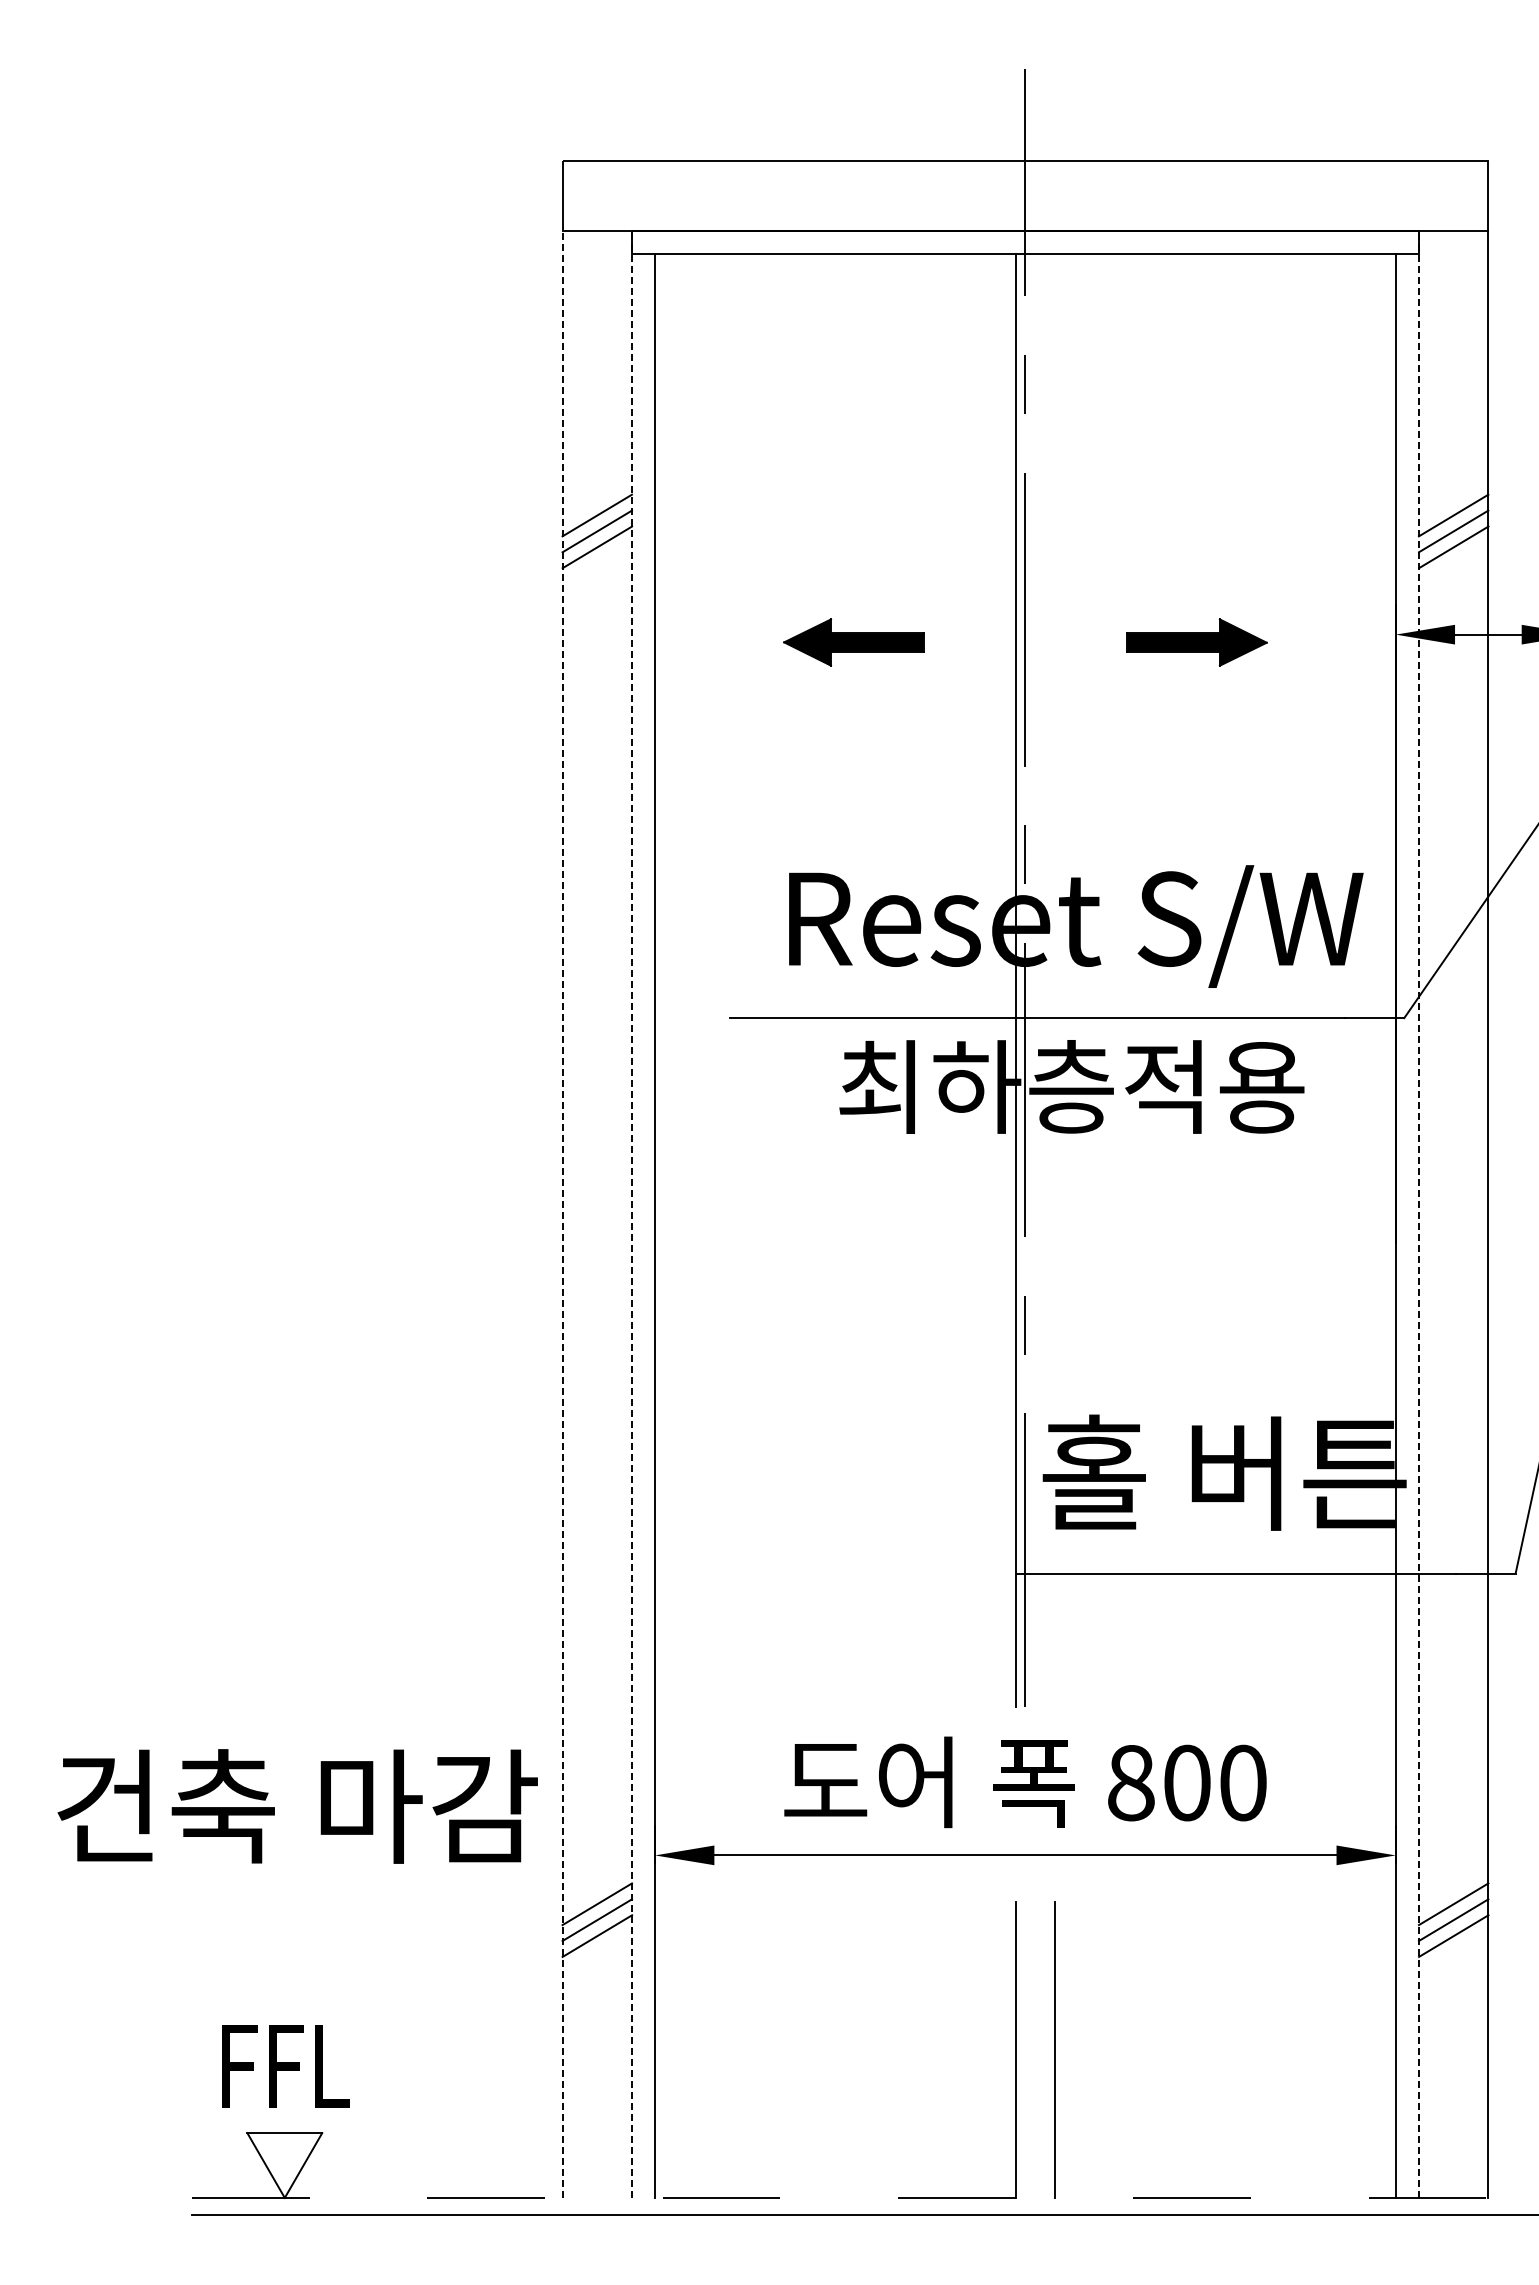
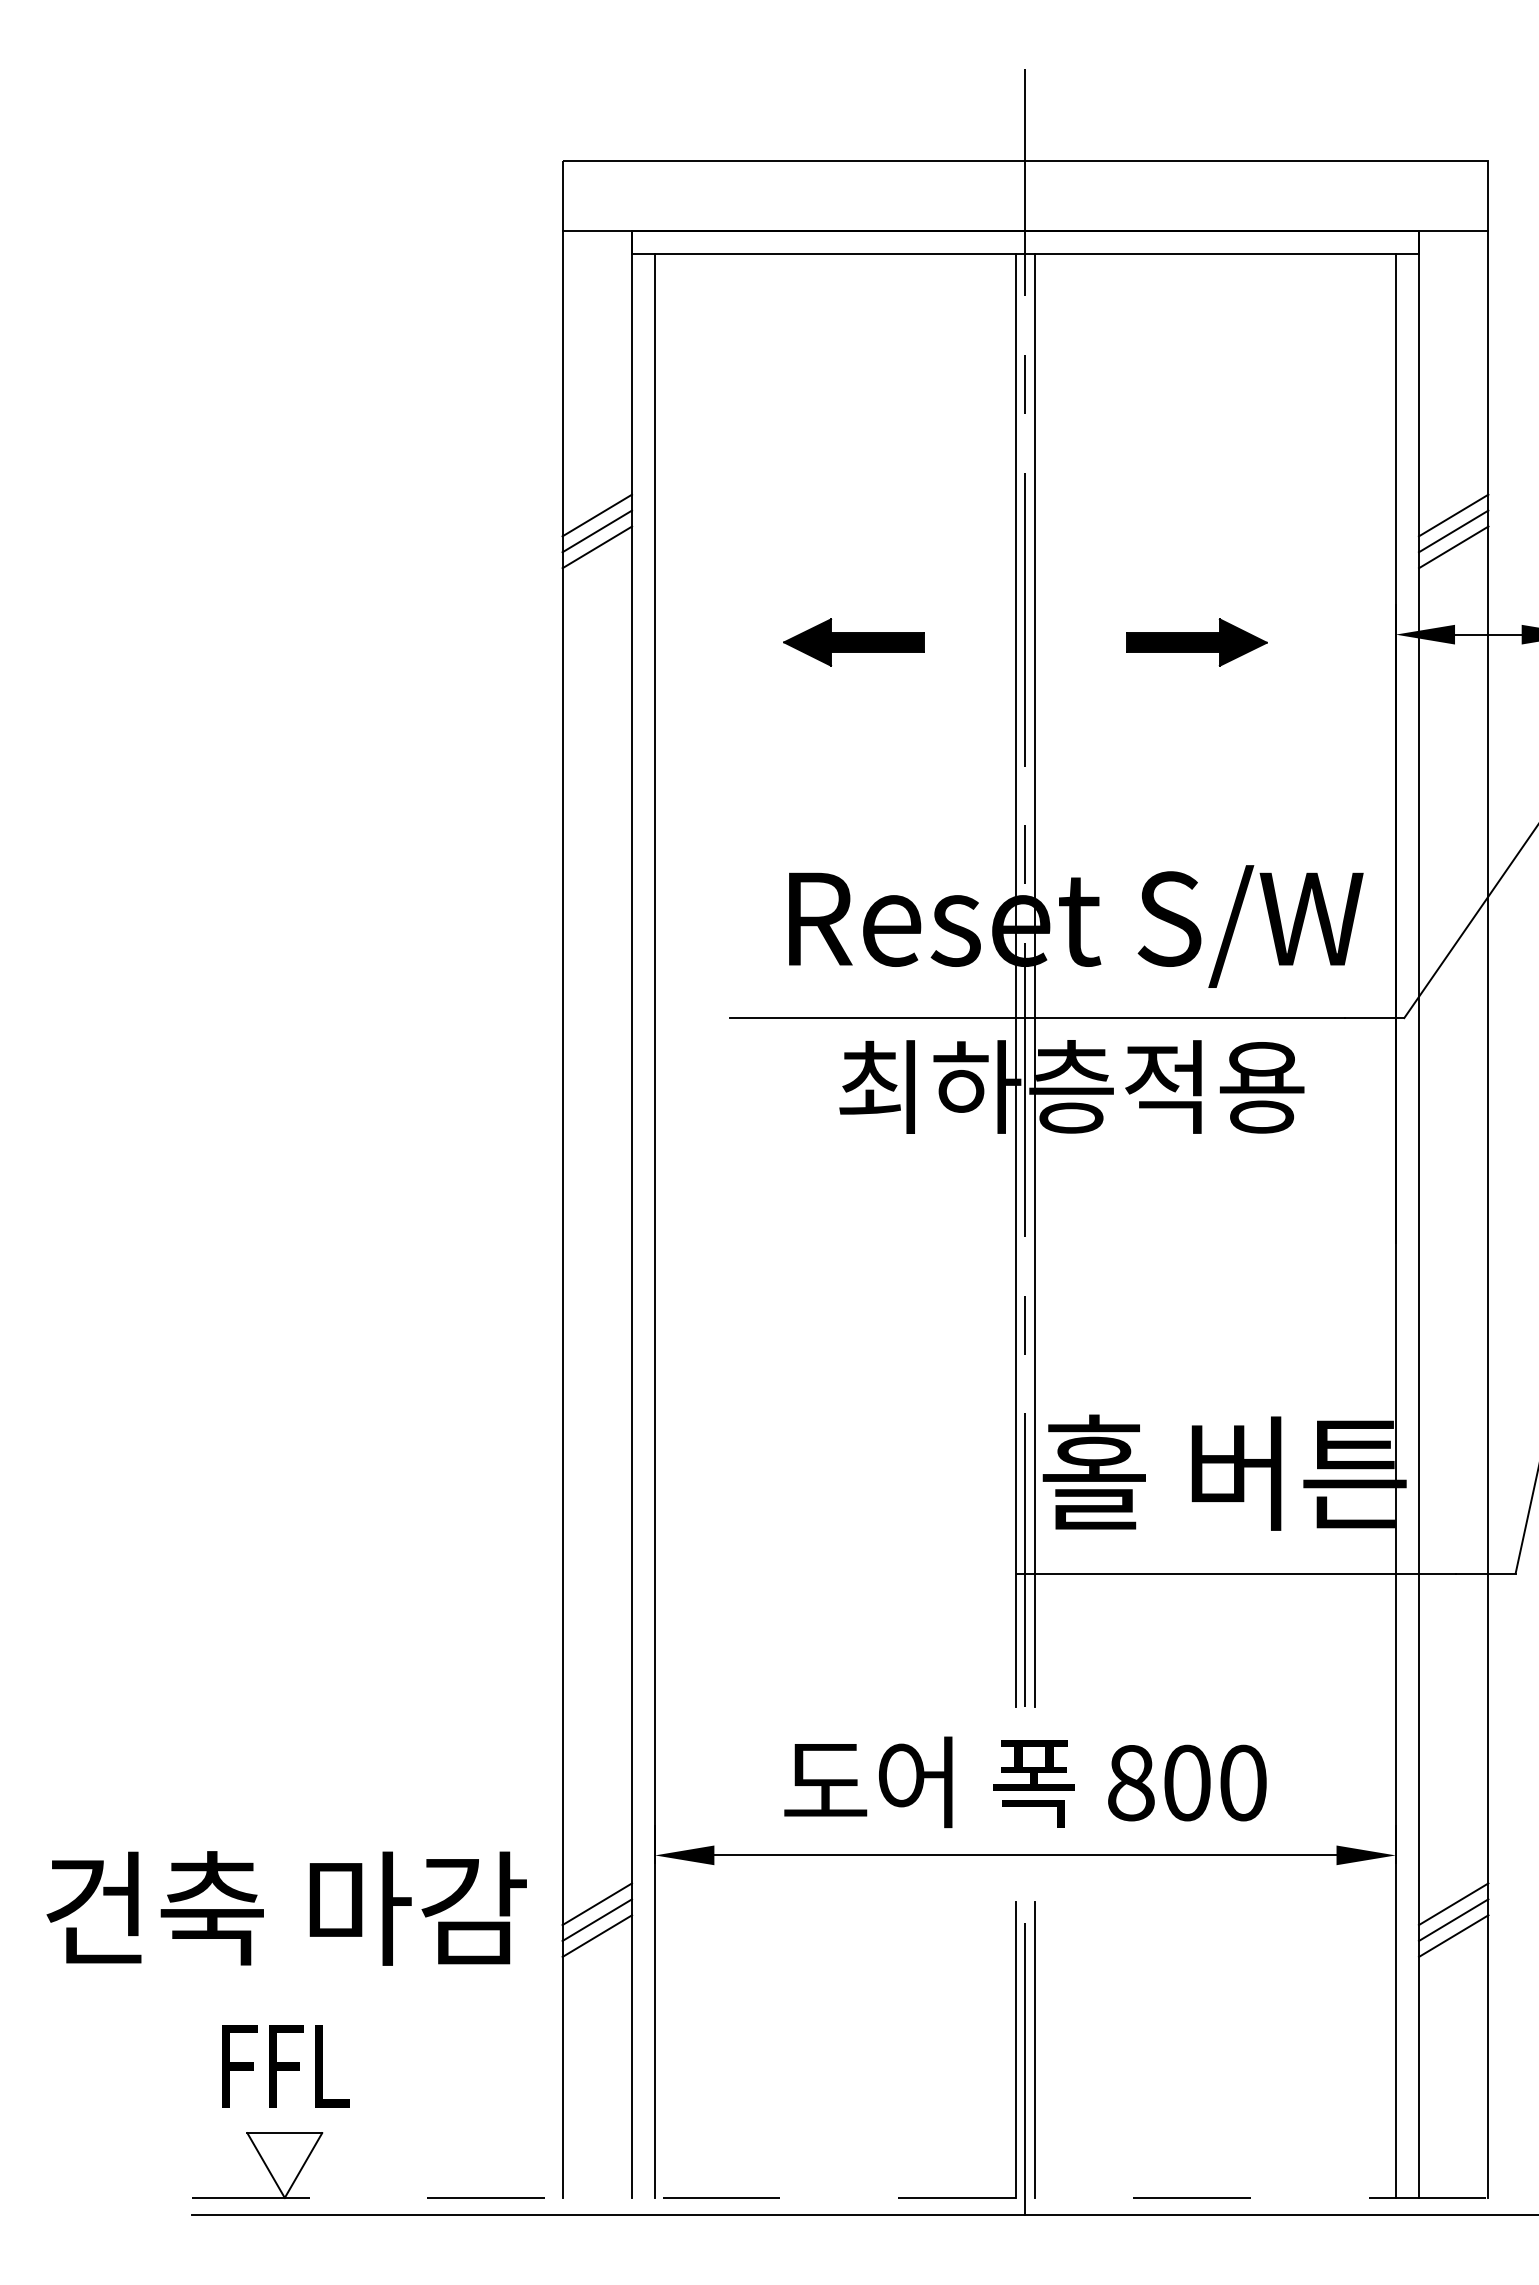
line at (1034, 980): none -> present
line at (562, 1214): dashed -> solid
line at (632, 1214): dashed -> solid
line at (1418, 1214): dashed -> solid
text at (297, 1806) position: (297, 1806) -> (286, 1908)
line at (1054, 2049) position: (1054, 2049) -> (1034, 2049)
line at (1025, 2058): none -> present
